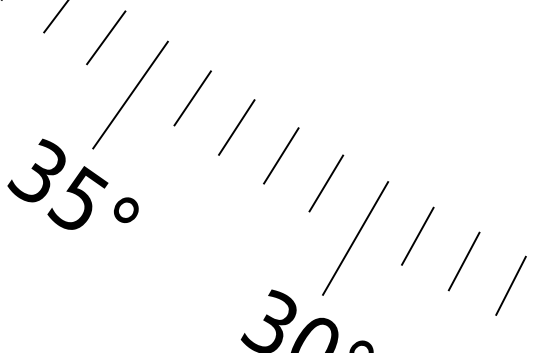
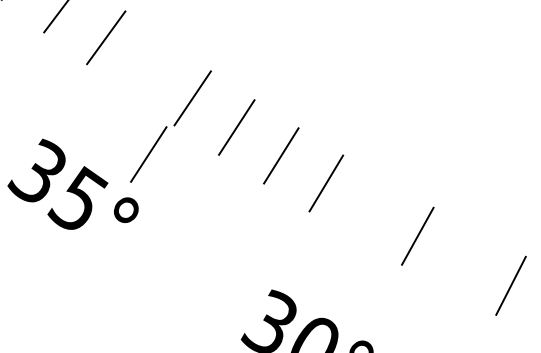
line at (130, 94): present -> none
line at (148, 154): none -> present
line at (355, 238): present -> none
line at (463, 261): present -> none
